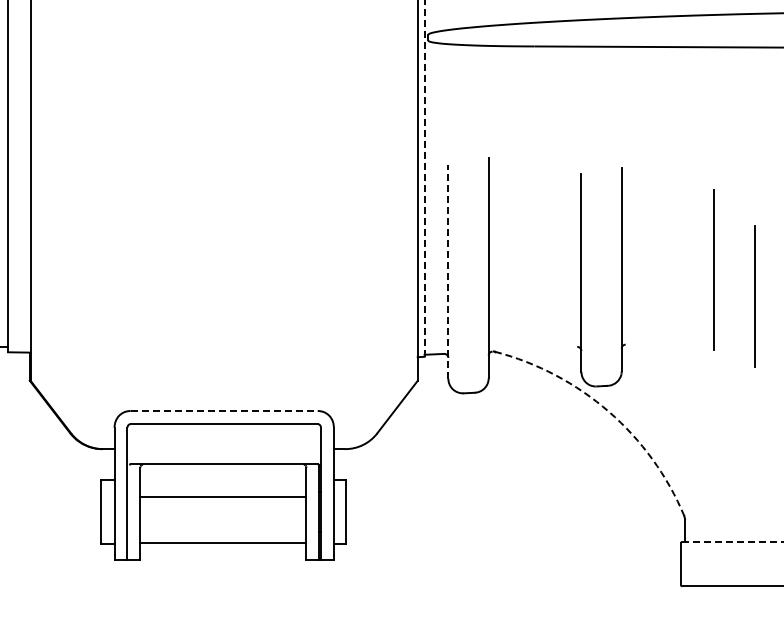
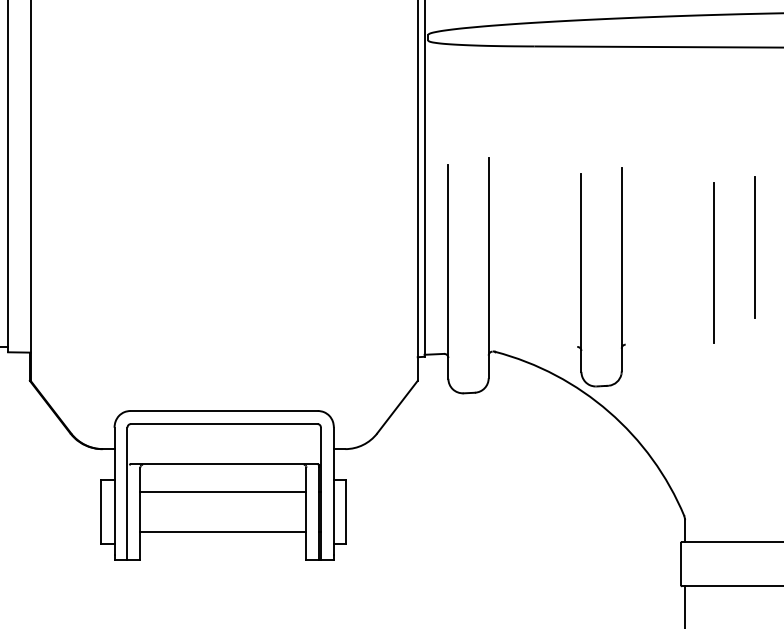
line at (424, 178): dashed -> solid
line at (713, 269) position: (713, 269) -> (713, 262)
line at (448, 271): dashed -> solid
line at (754, 296) position: (754, 296) -> (754, 247)
line at (224, 411): dashed -> solid
arc at (609, 411): dashed -> solid
line at (223, 496) position: (223, 496) -> (223, 491)
line at (733, 541): dashed -> solid
line at (223, 543) position: (223, 543) -> (223, 532)
line at (685, 605): none -> present
